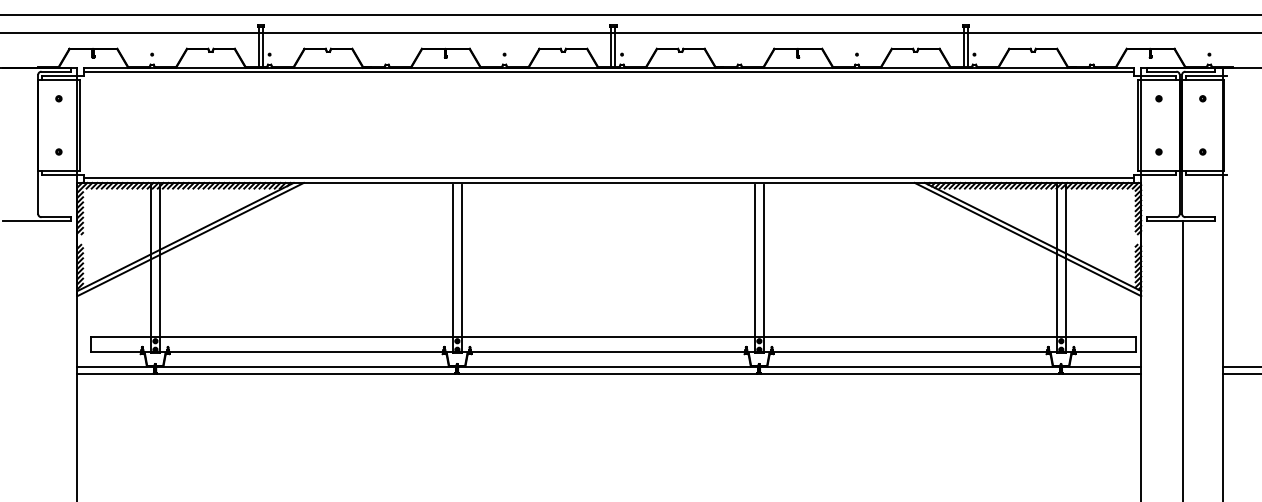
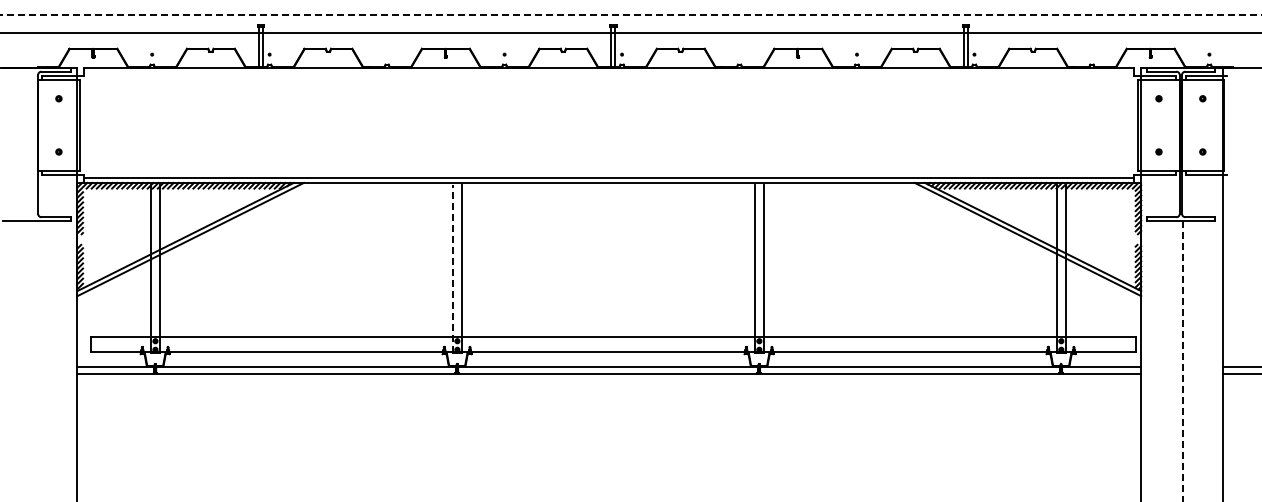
line at (631, 14): solid -> dashed
line at (608, 72): present -> none
line at (452, 268): solid -> dashed
line at (1182, 362): solid -> dashed
